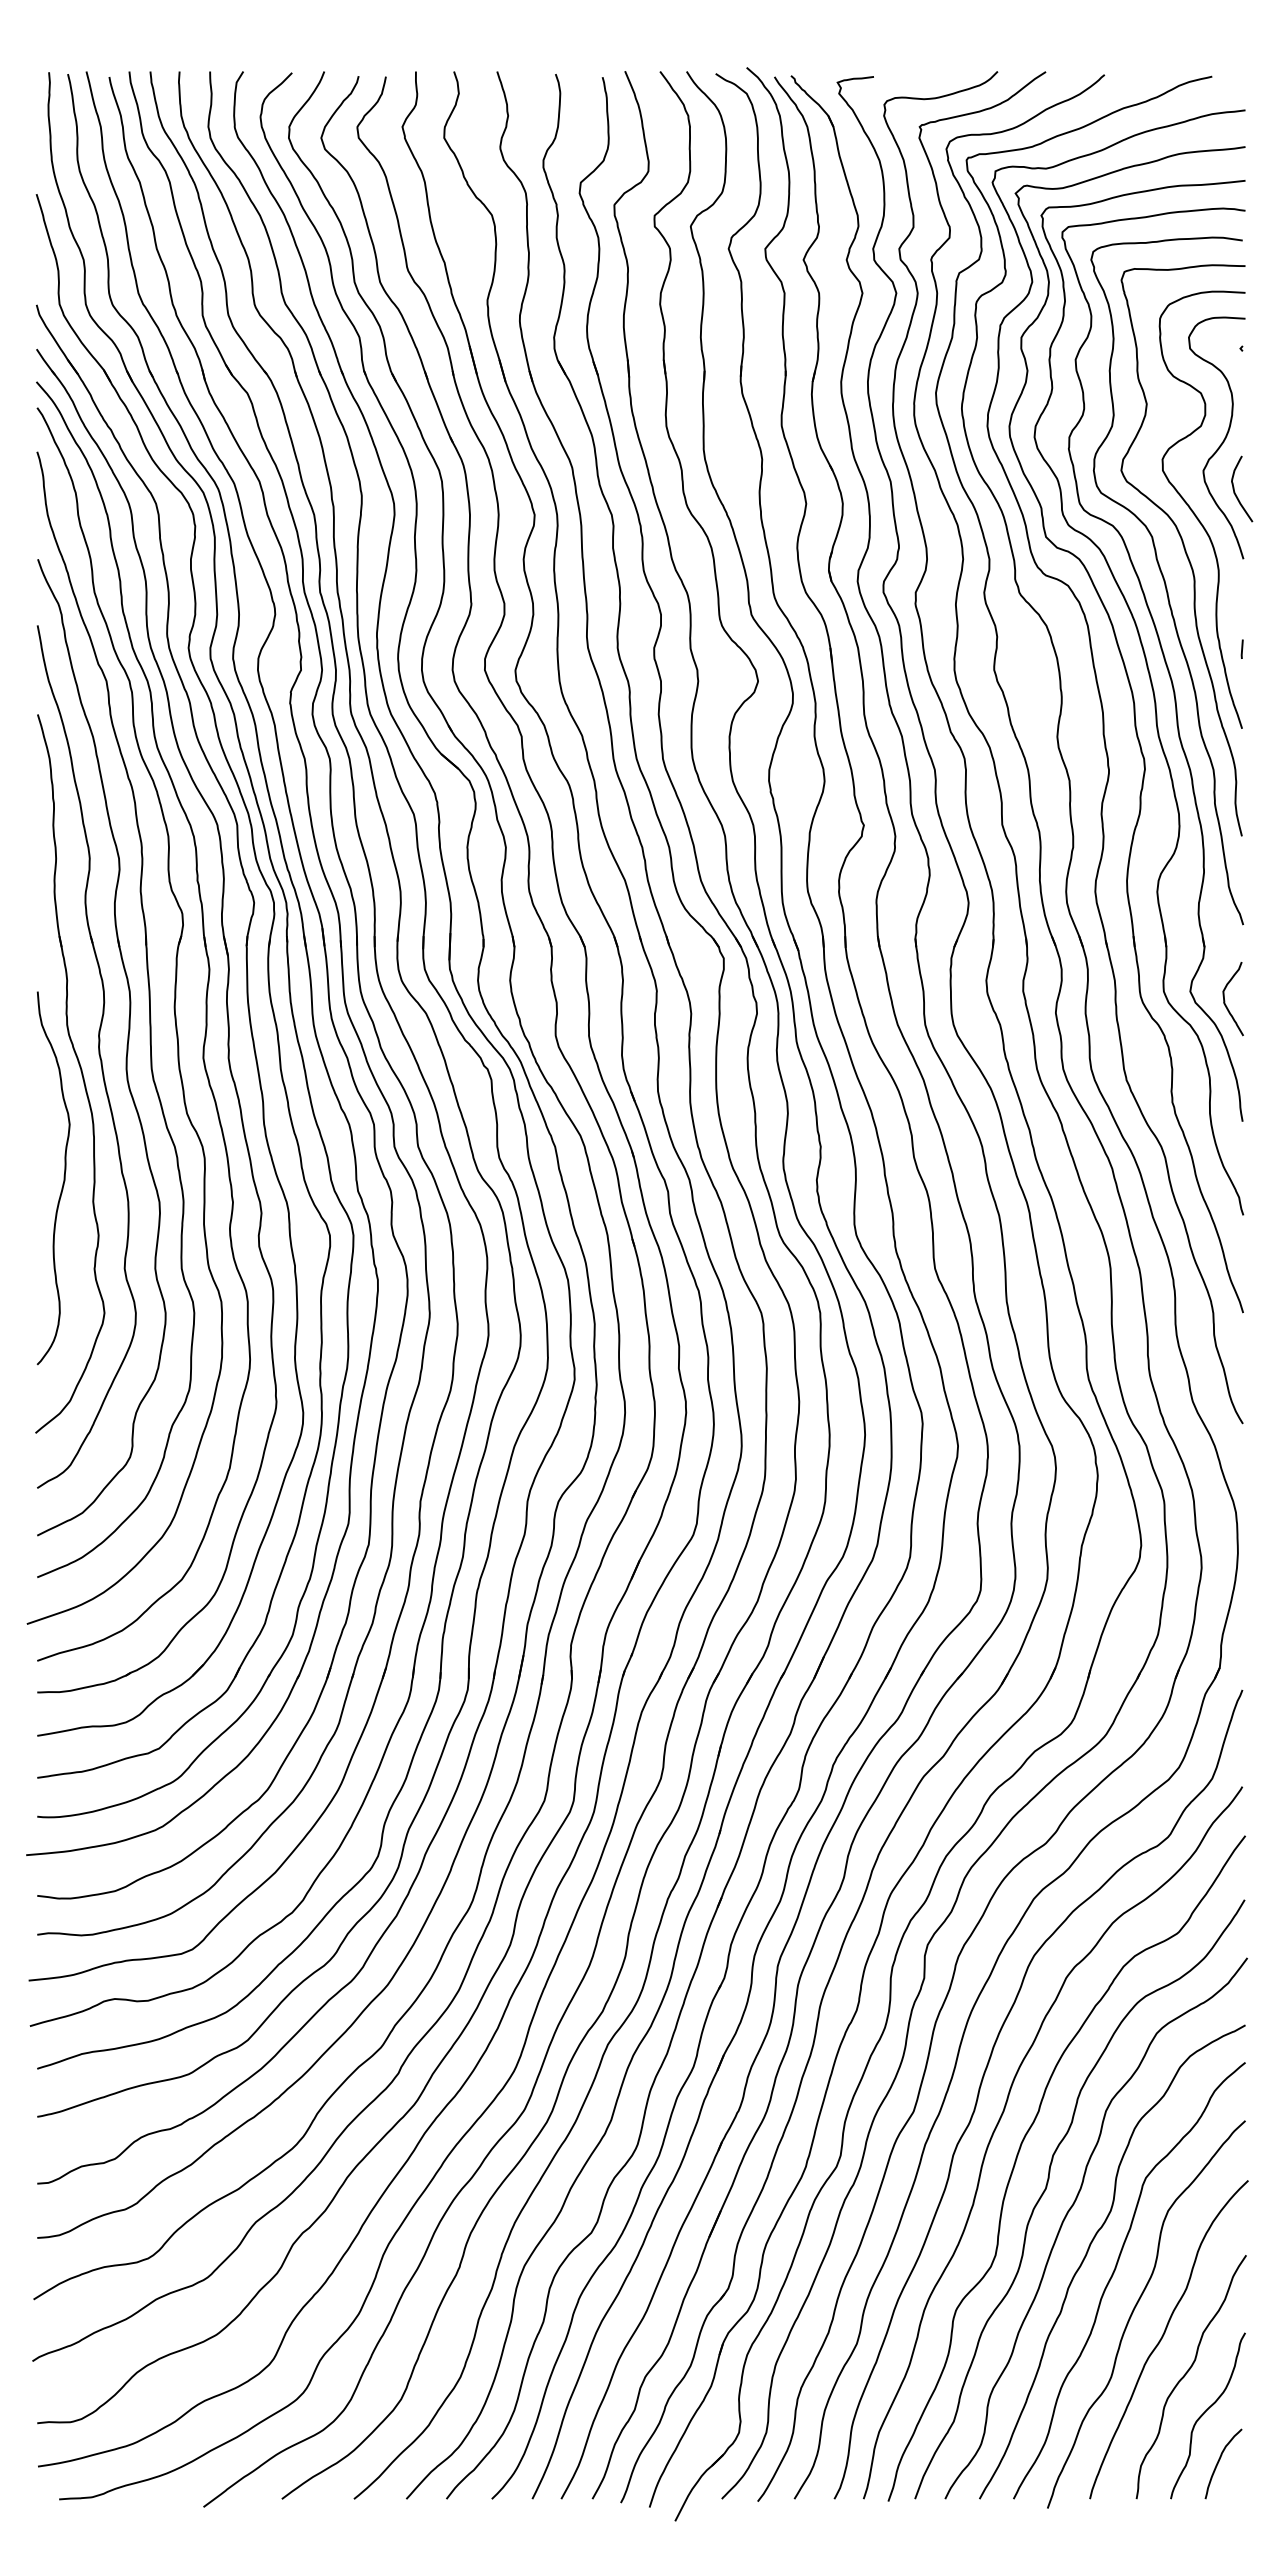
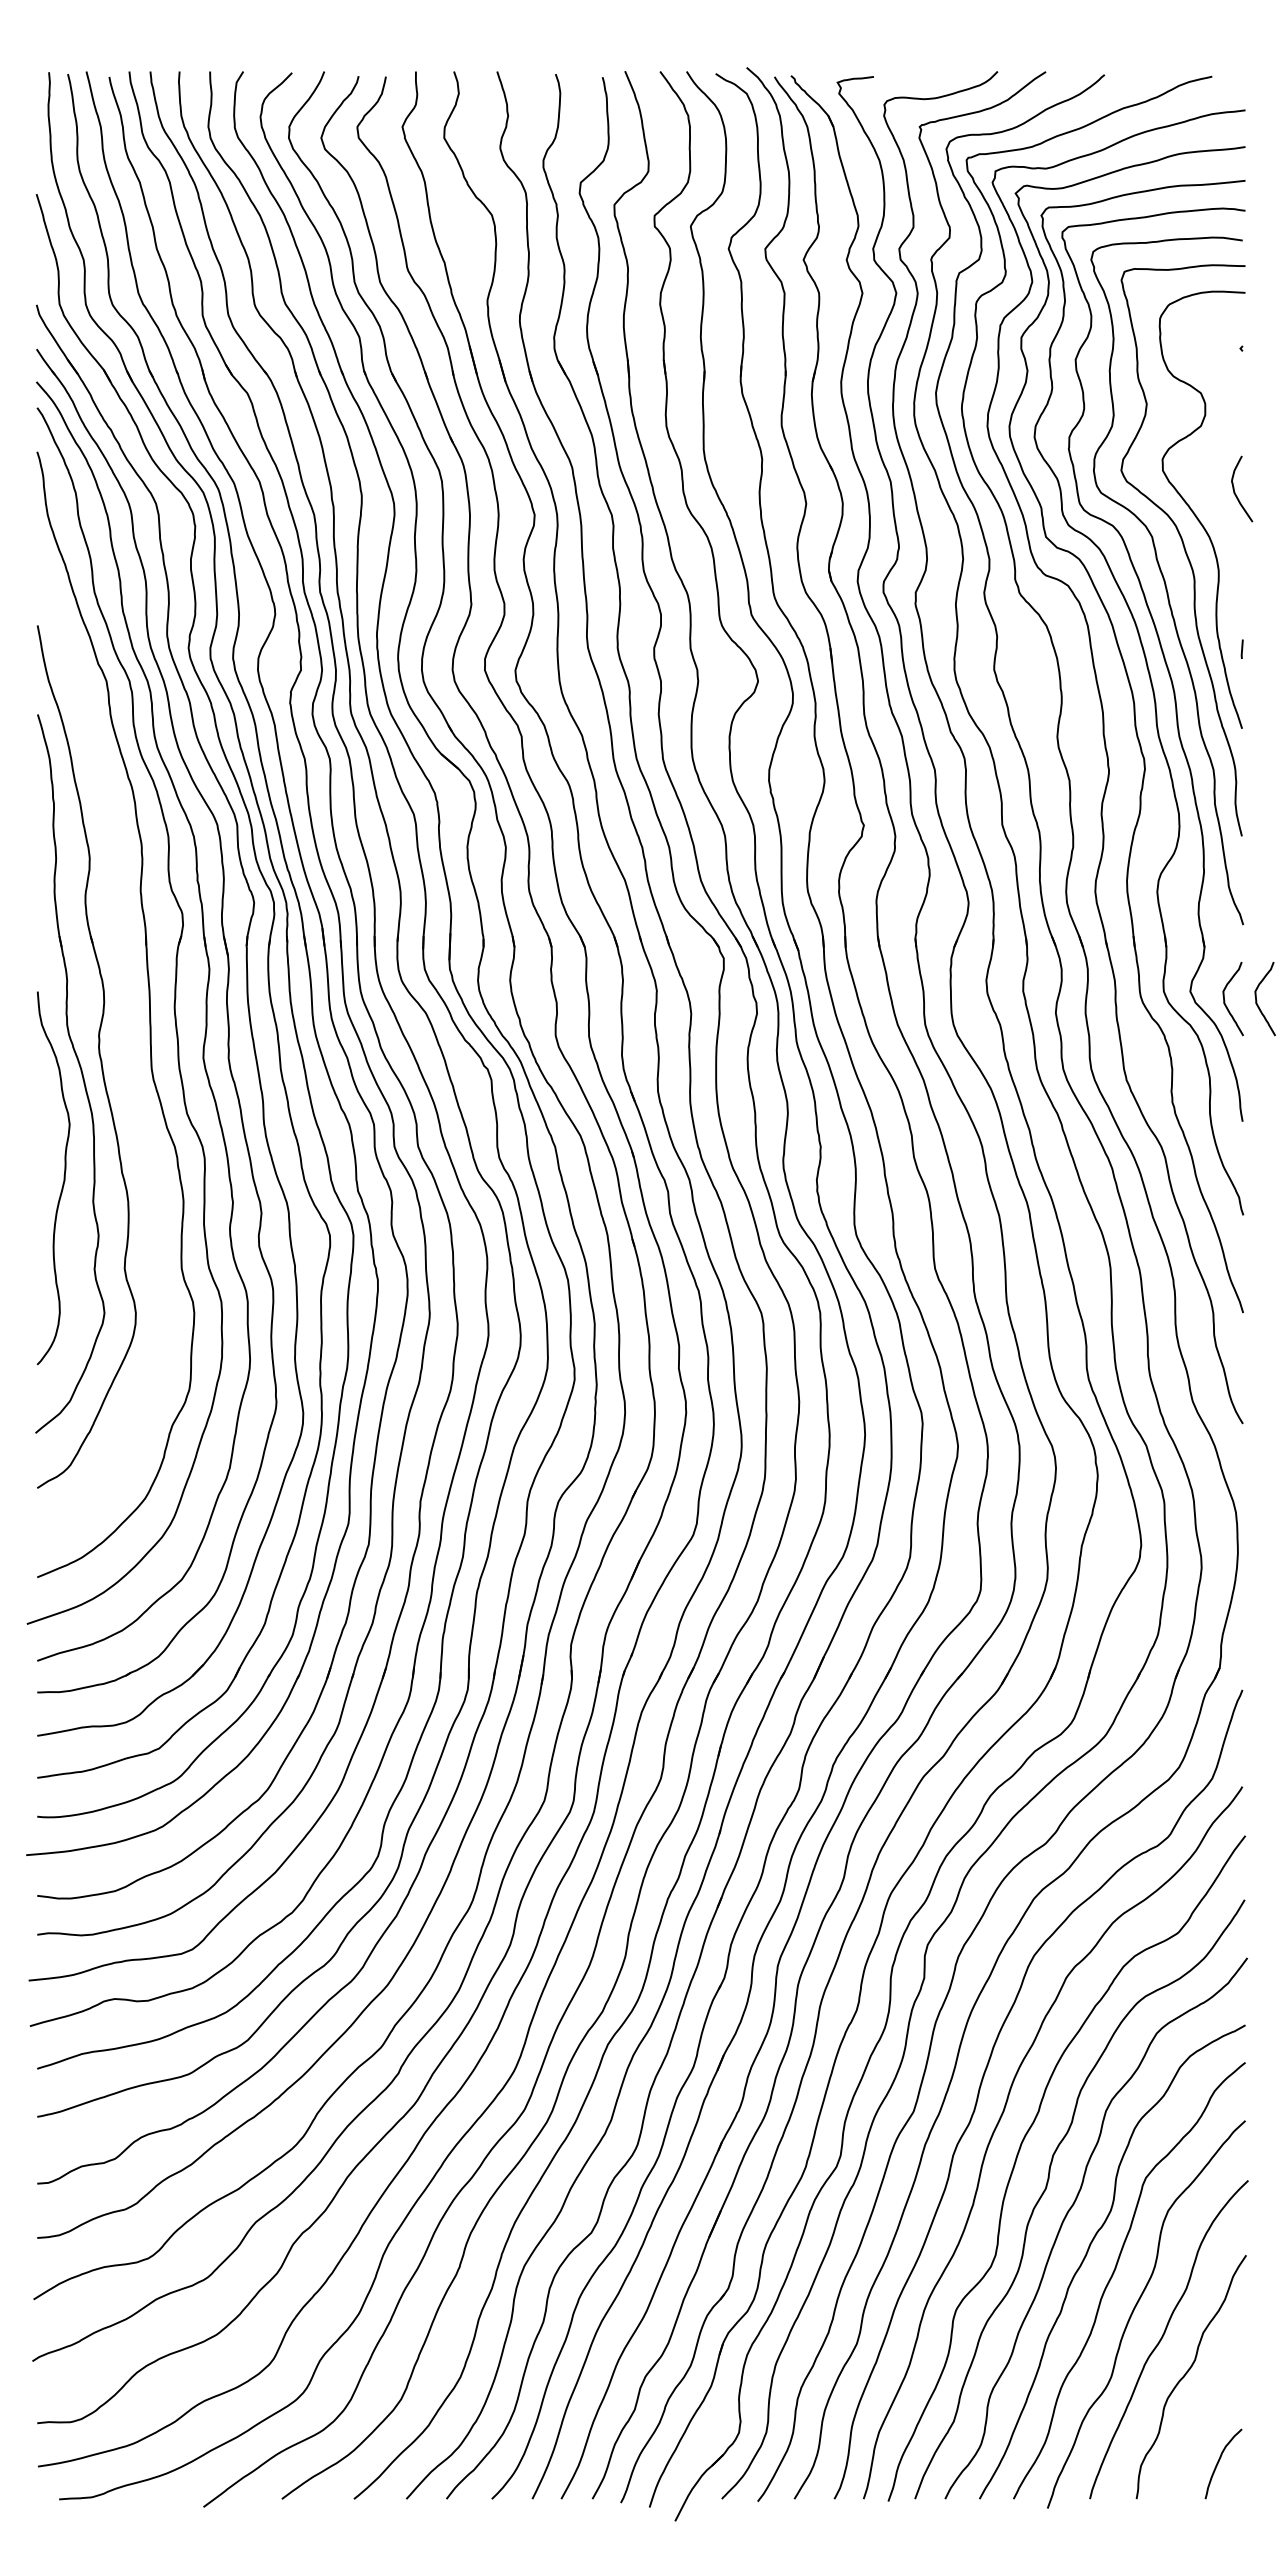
curve at (1221, 442): present -> none
curve at (1257, 1000): none -> present
part at (126, 1047): present -> none
curve at (1204, 2414): present -> none
